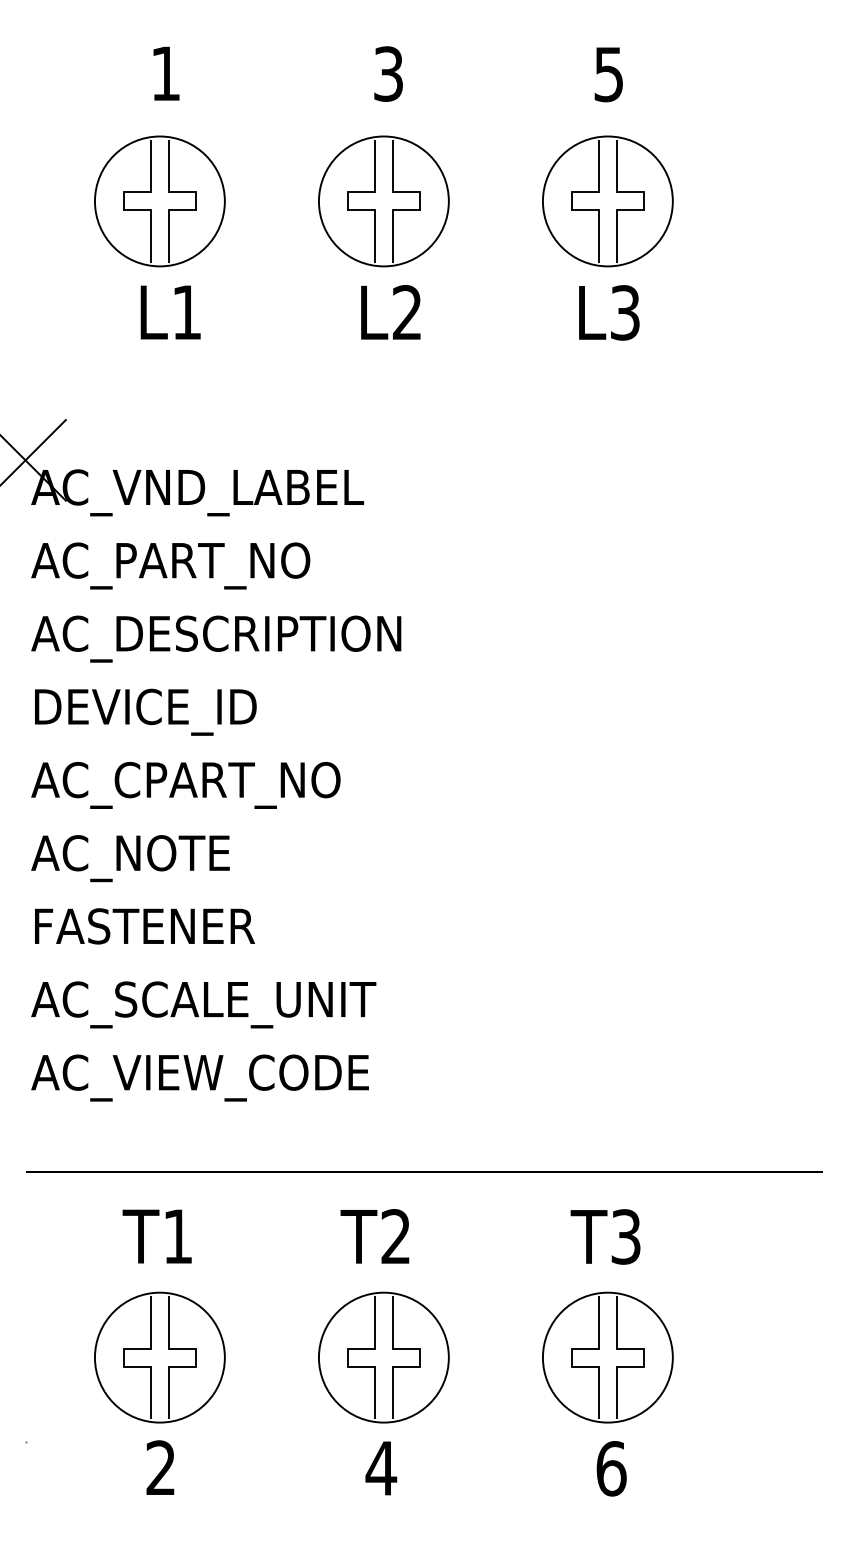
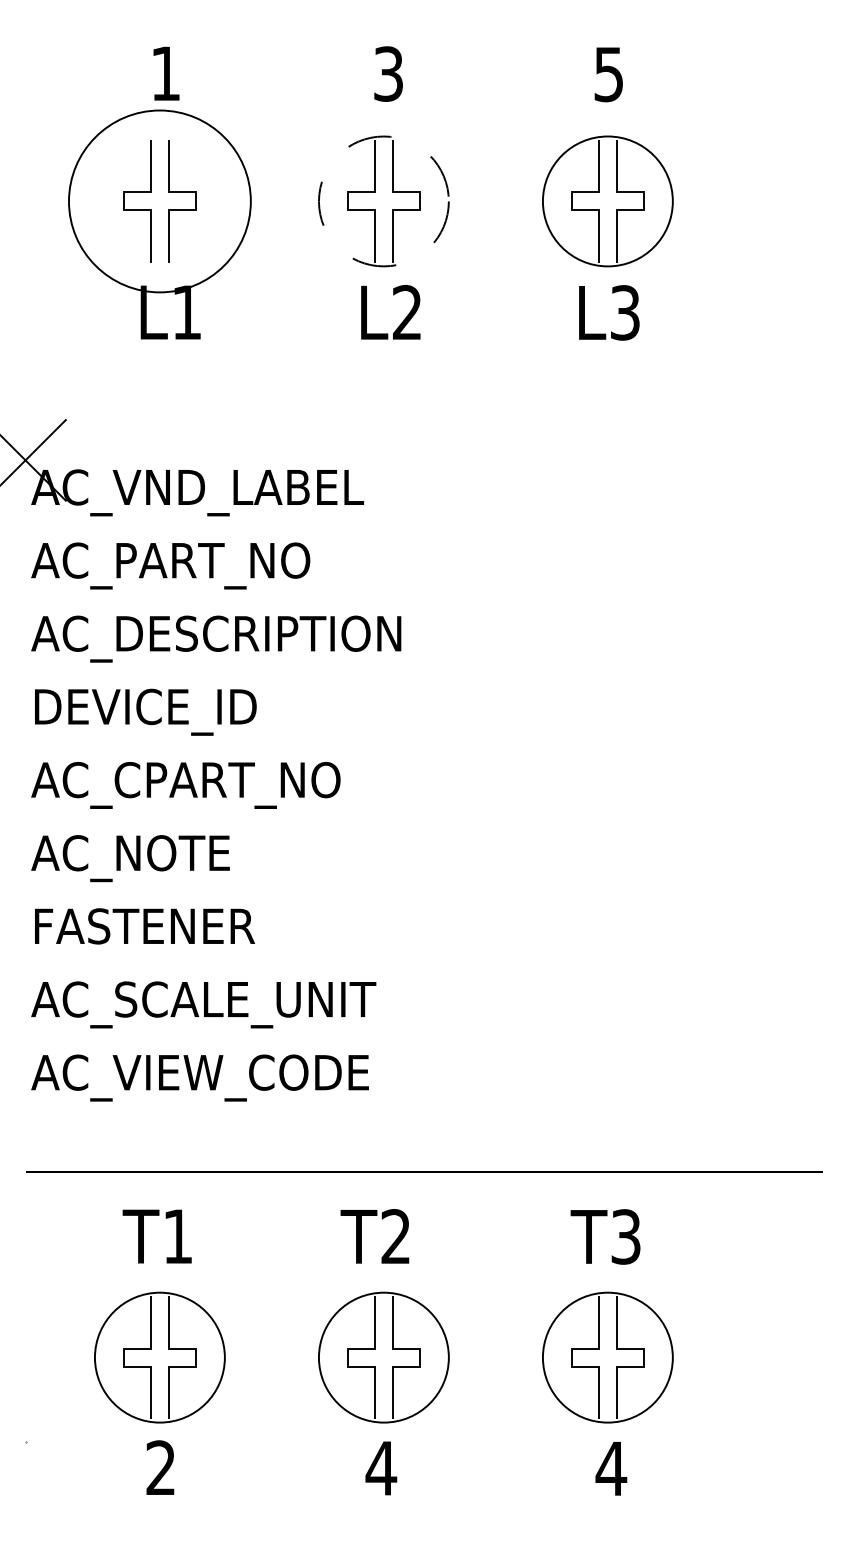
circle at (159, 201) diameter: 130 px -> 182 px
circle at (383, 201): solid -> dashed
text at (611, 1468): 6 -> 4
